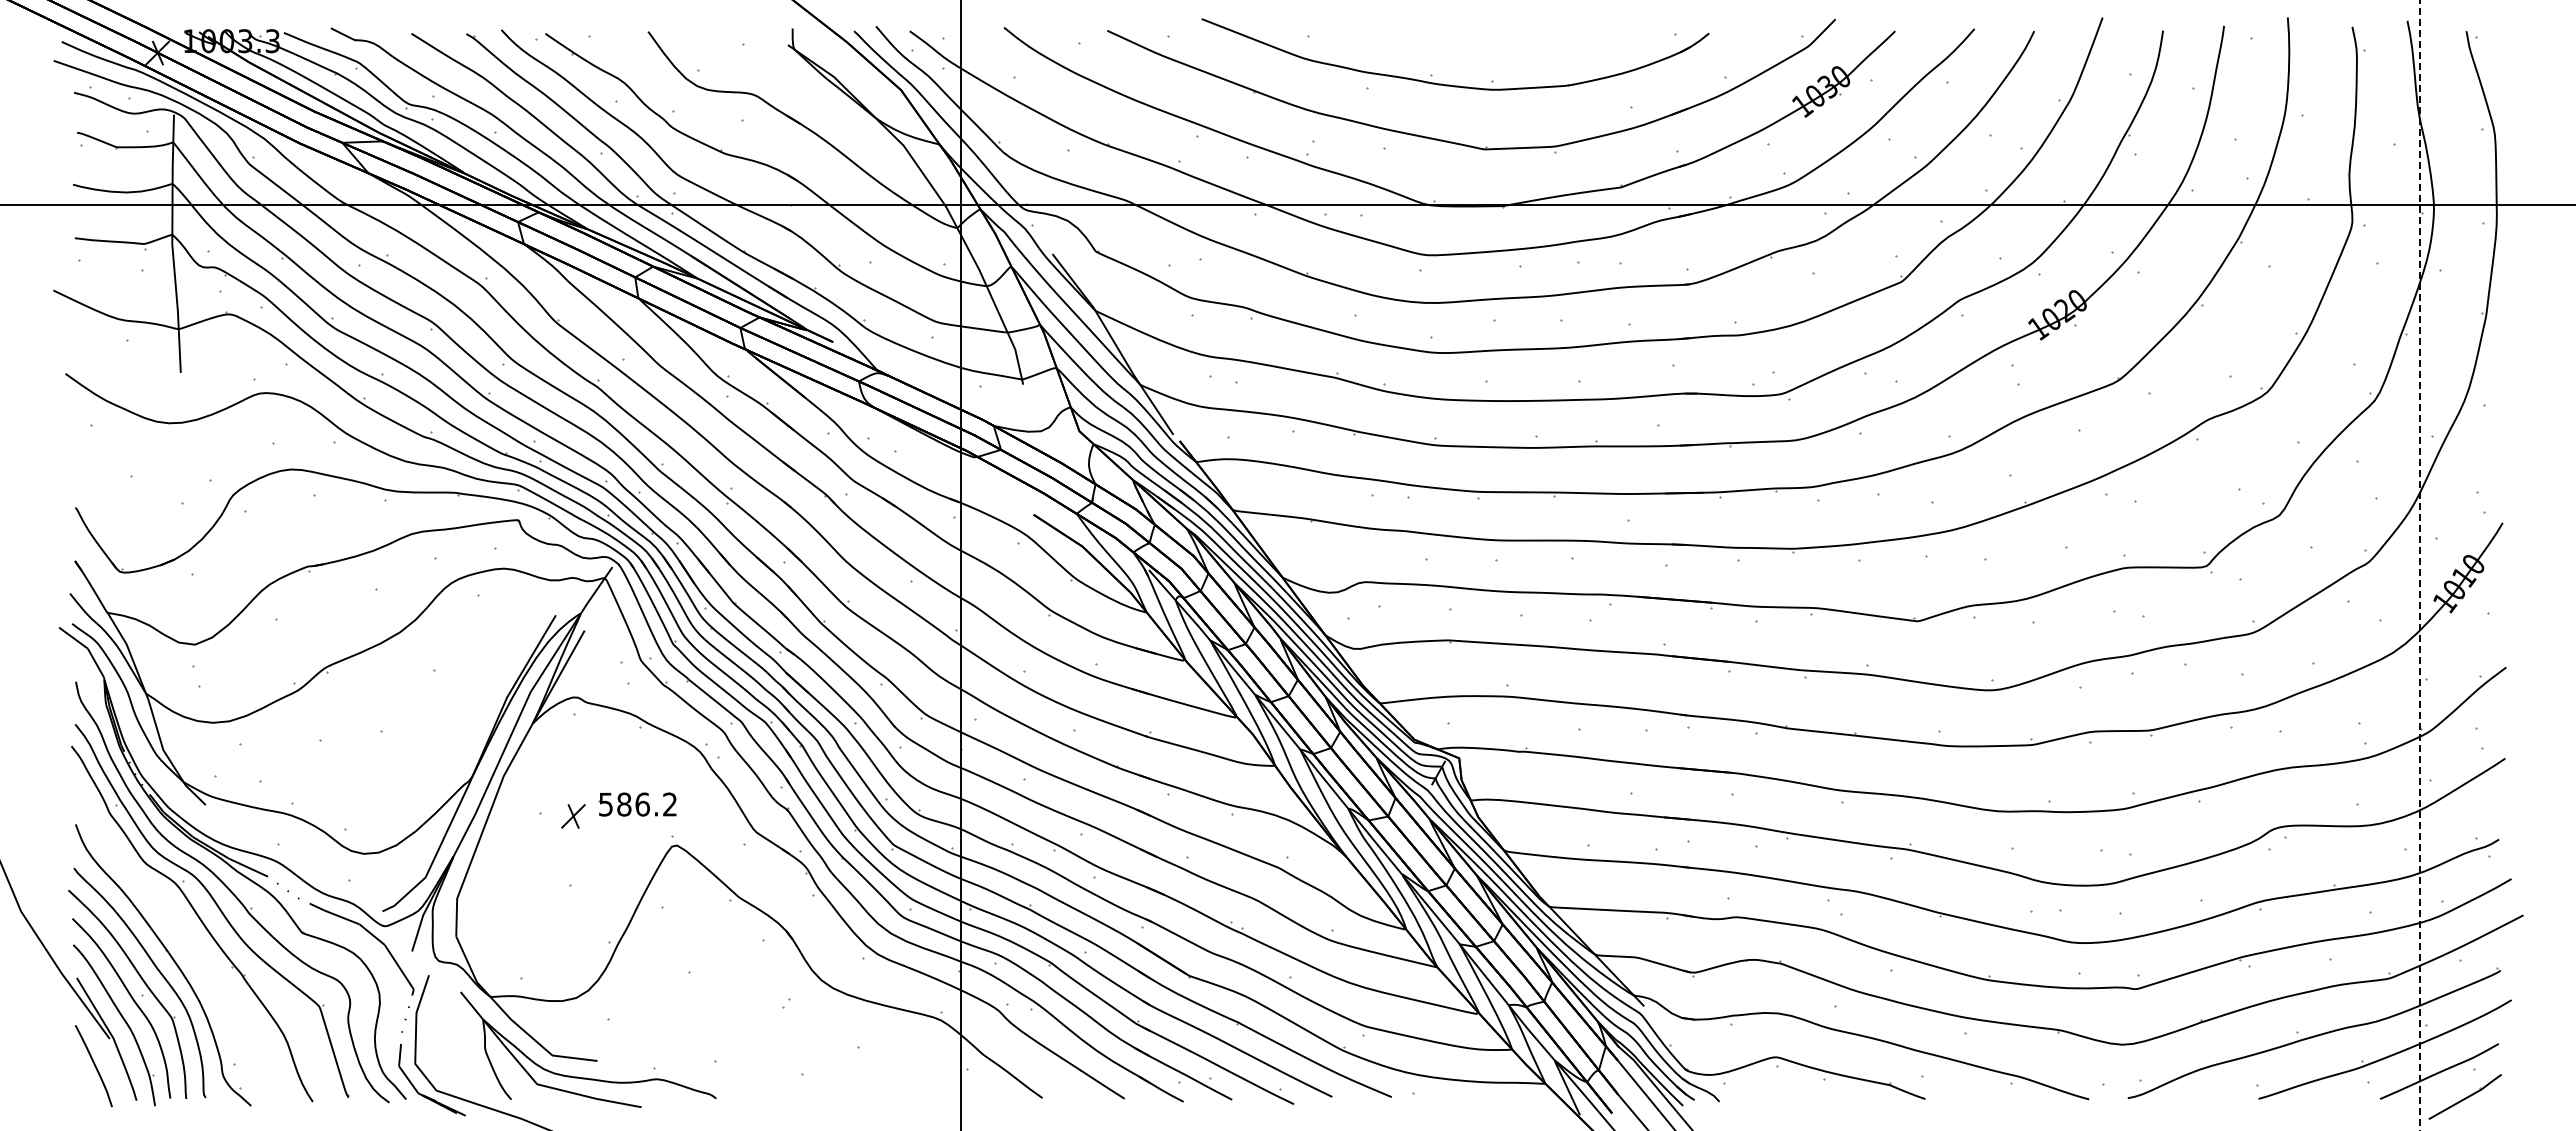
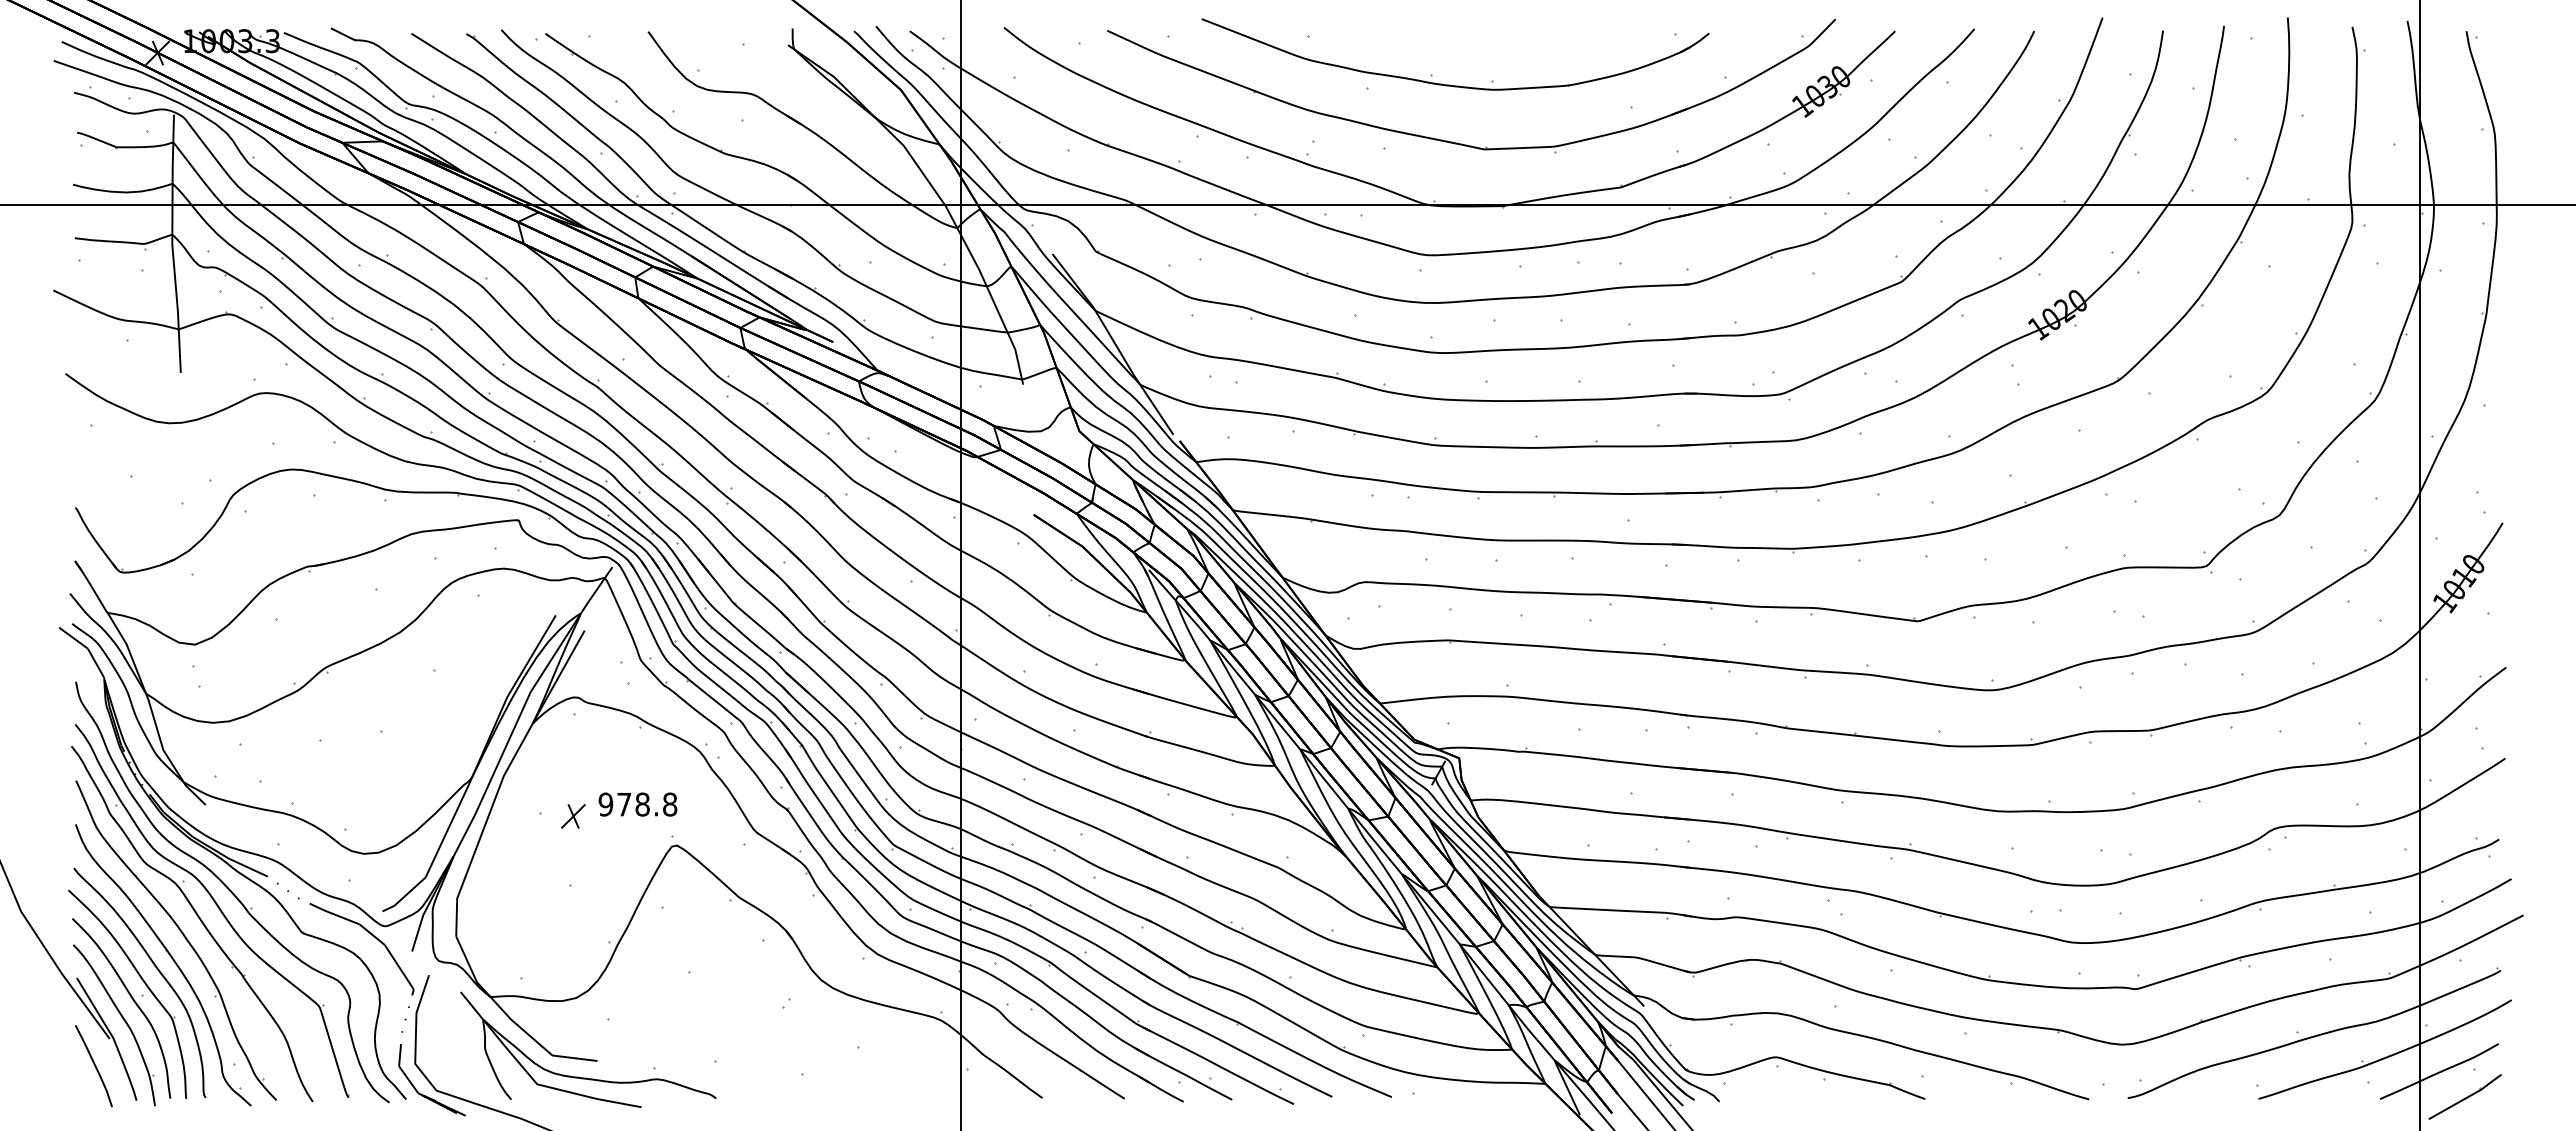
line at (2420, 565): dashed -> solid
text at (637, 804): 586.2 -> 978.8
part at (183, 936): none -> present
